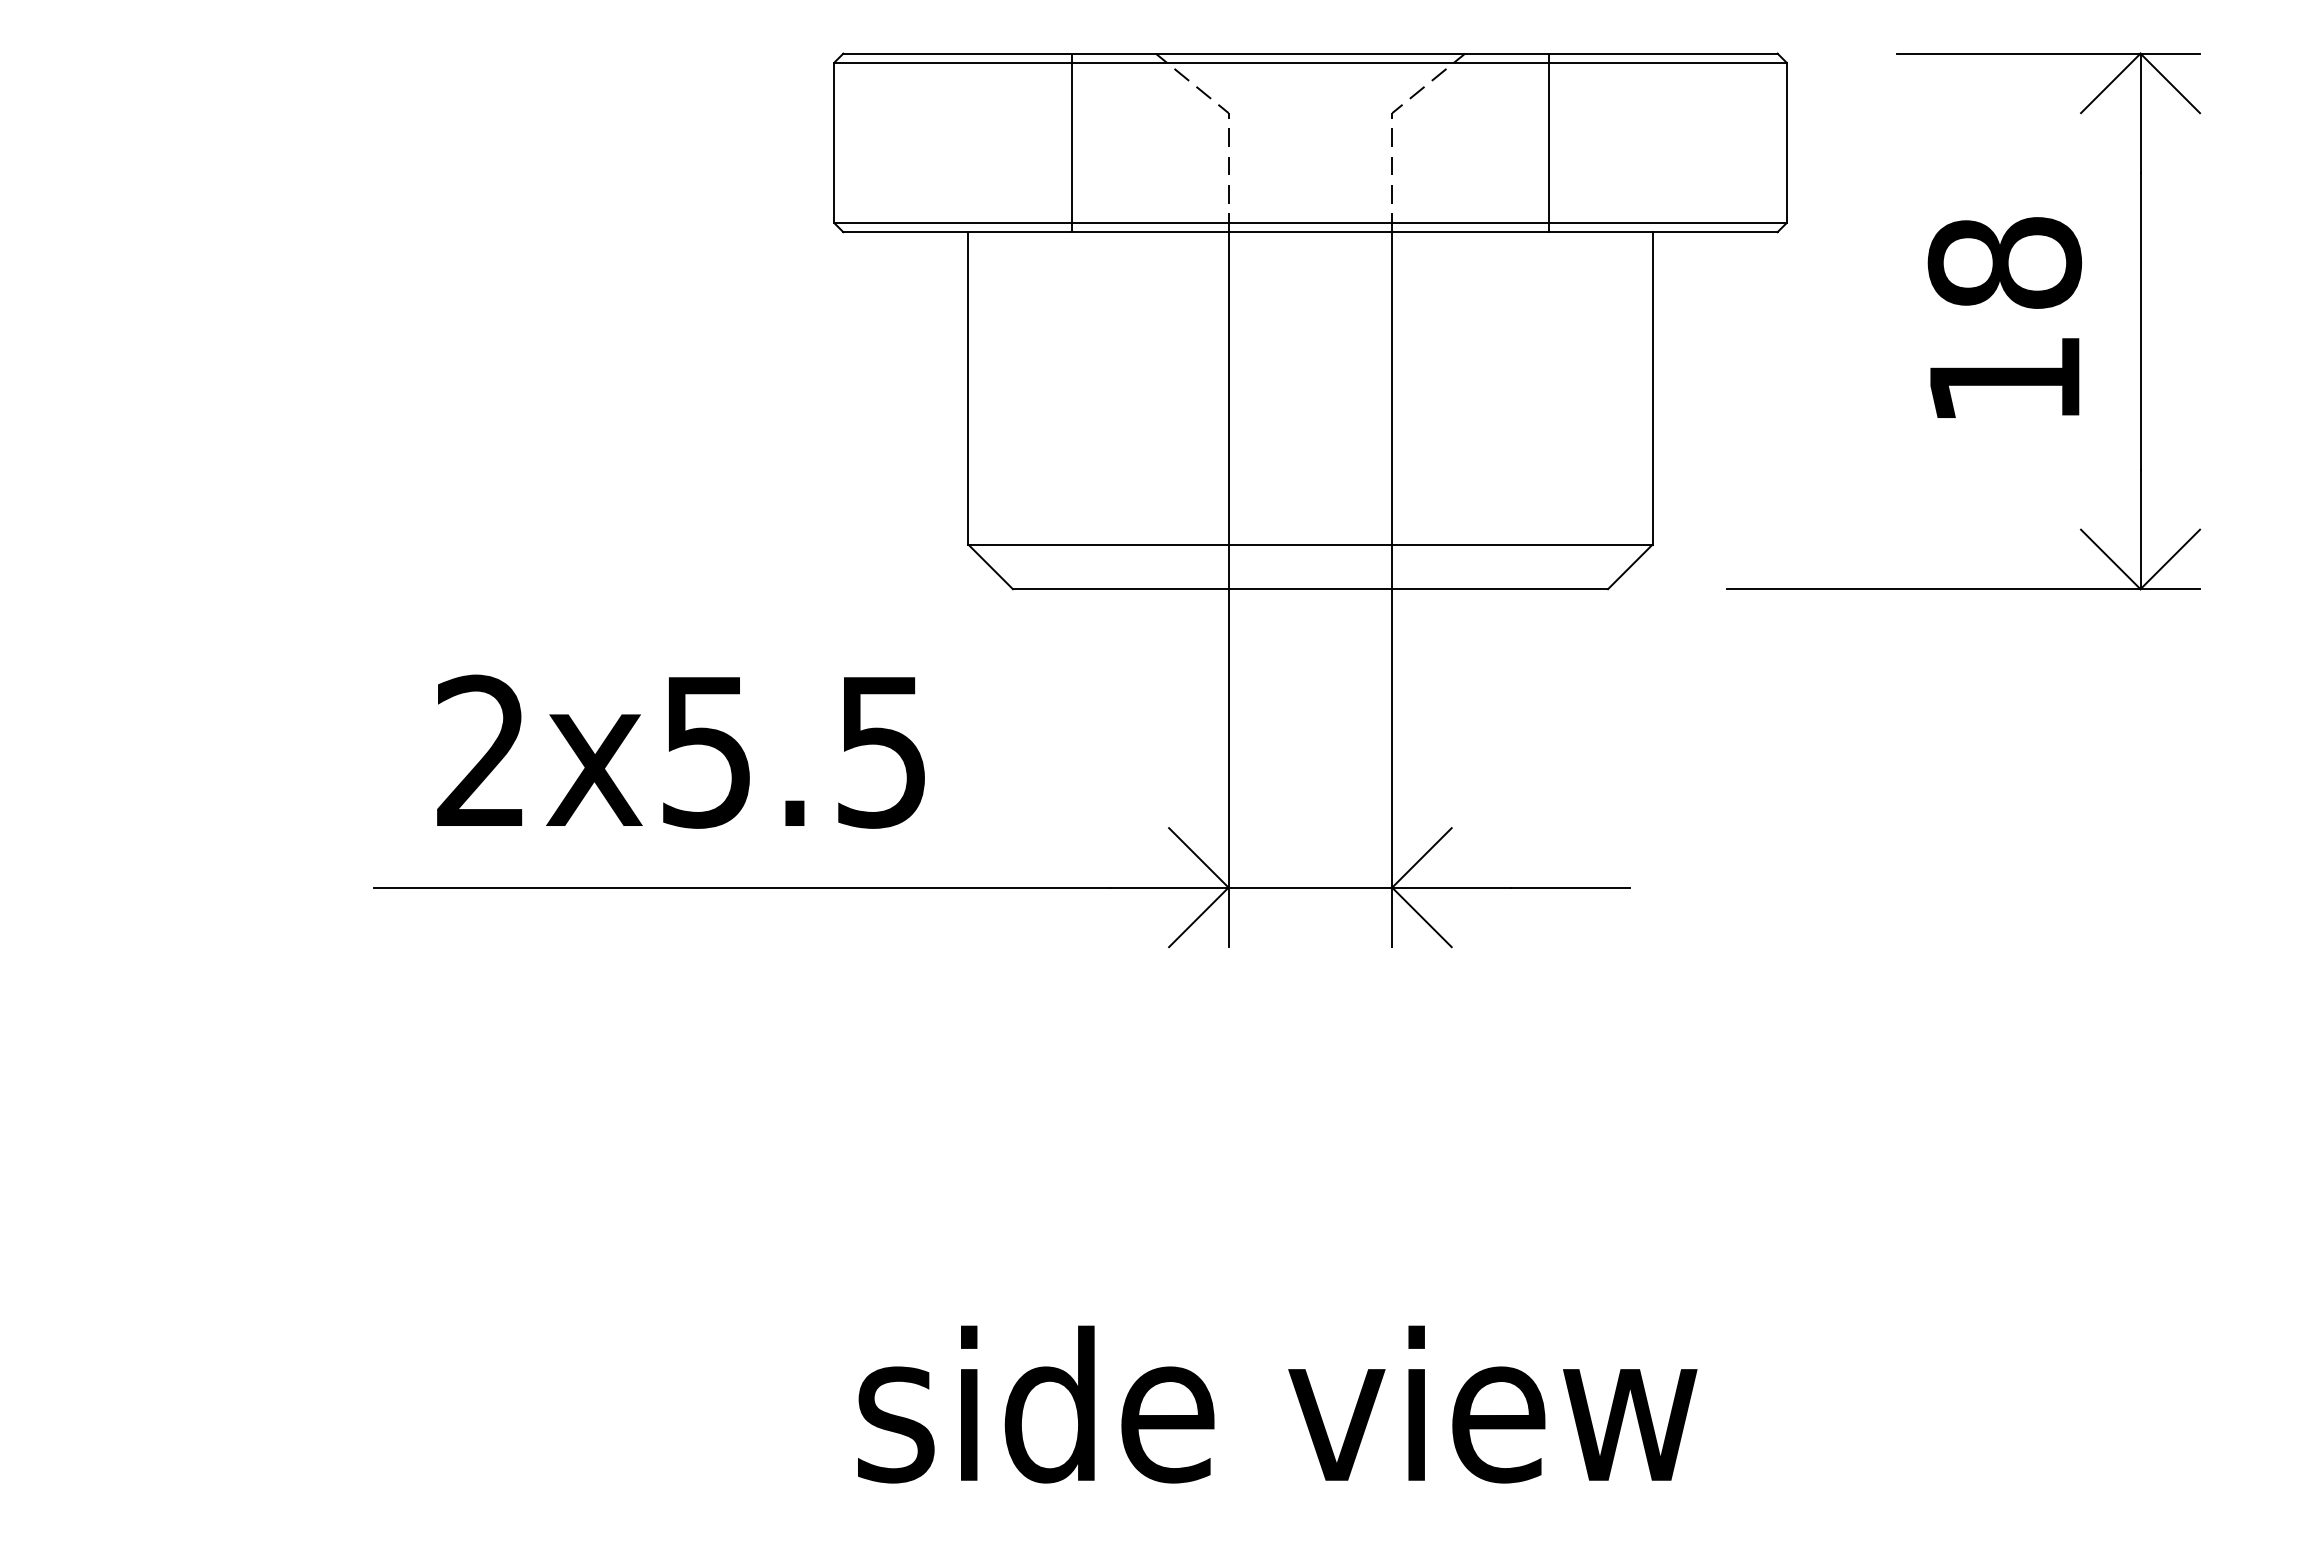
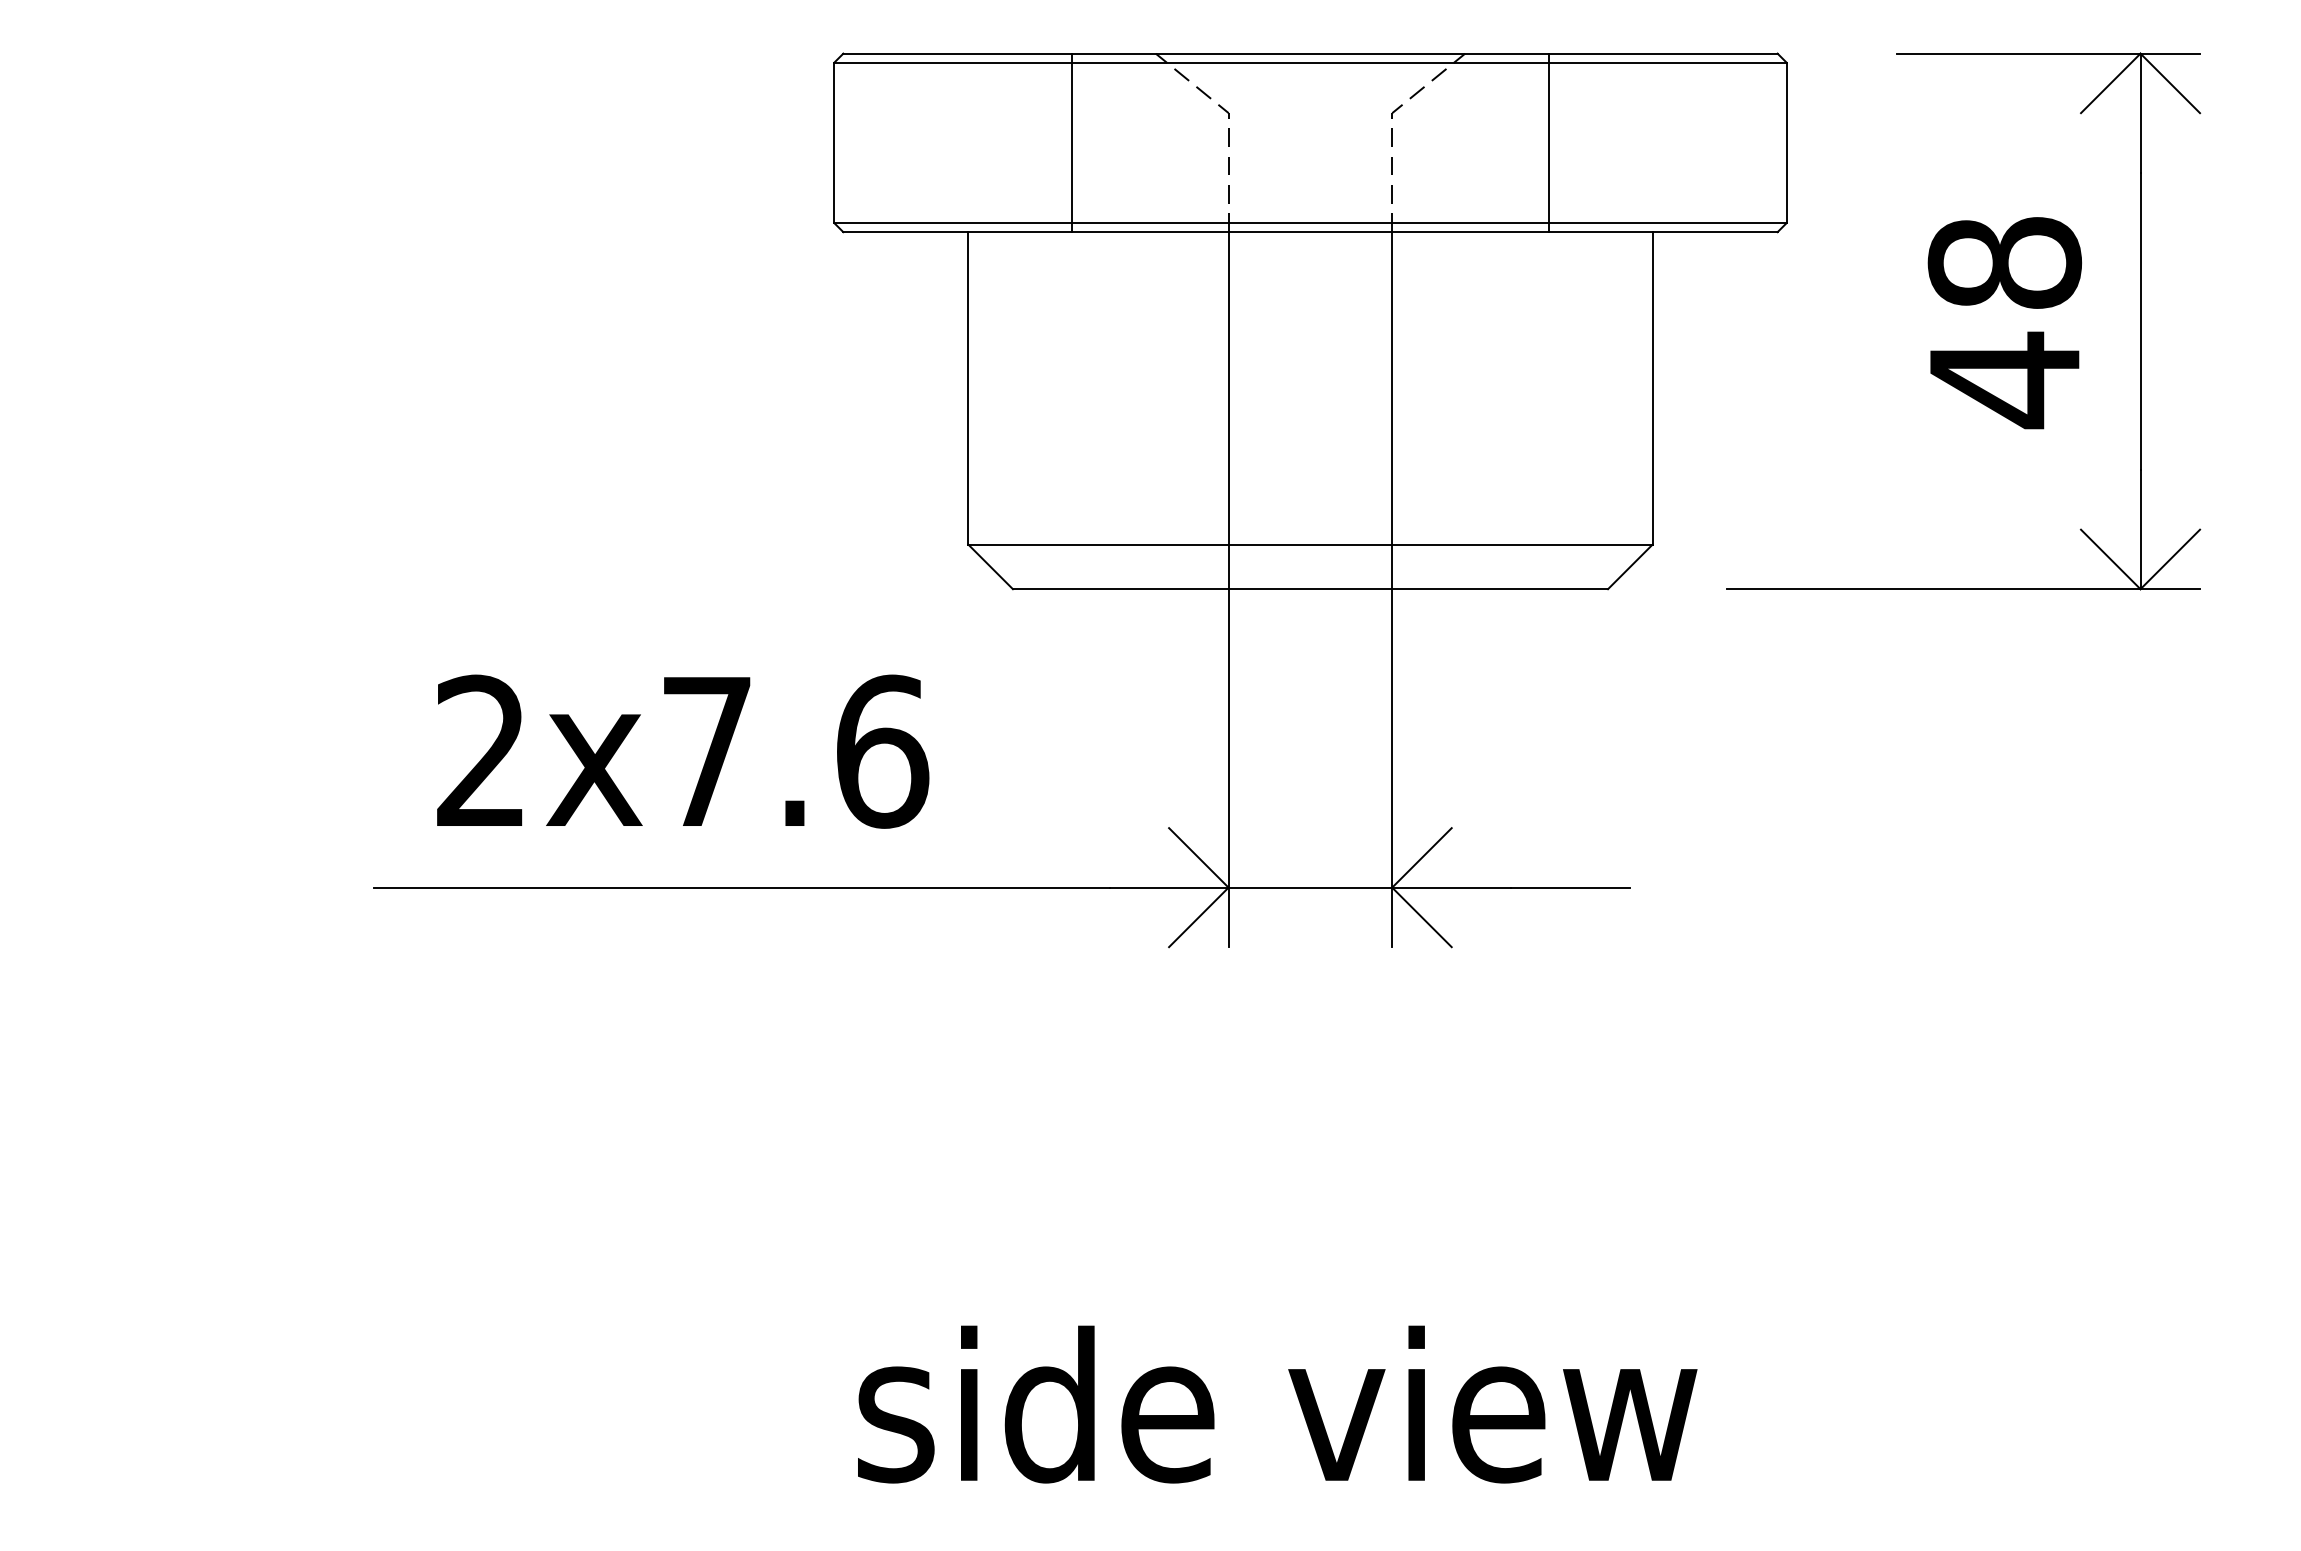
text at (2004, 380): 18 -> 48
text at (796, 751): 2x5.5 -> 2x7.6
